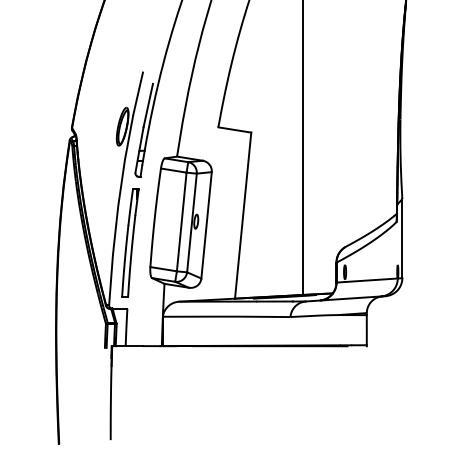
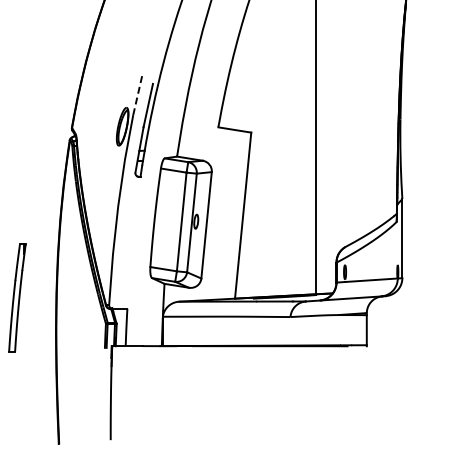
line at (138, 93): solid -> dashed
line at (303, 148) position: (303, 148) -> (316, 148)
part at (130, 242) position: (130, 242) -> (17, 297)
